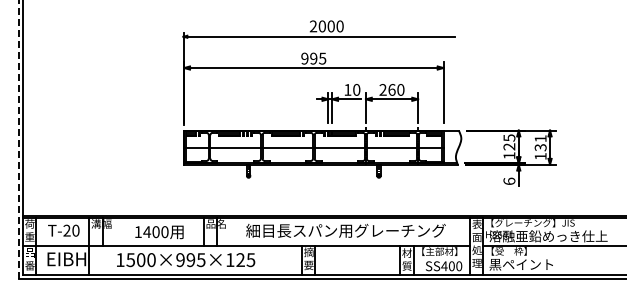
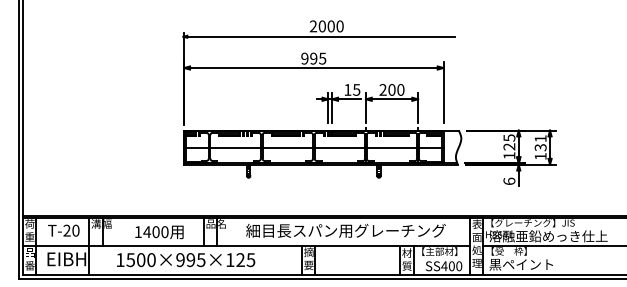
text at (356, 89): 10 -> 15
text at (391, 89): 260 -> 200
line at (18, 139): dashed -> solid
